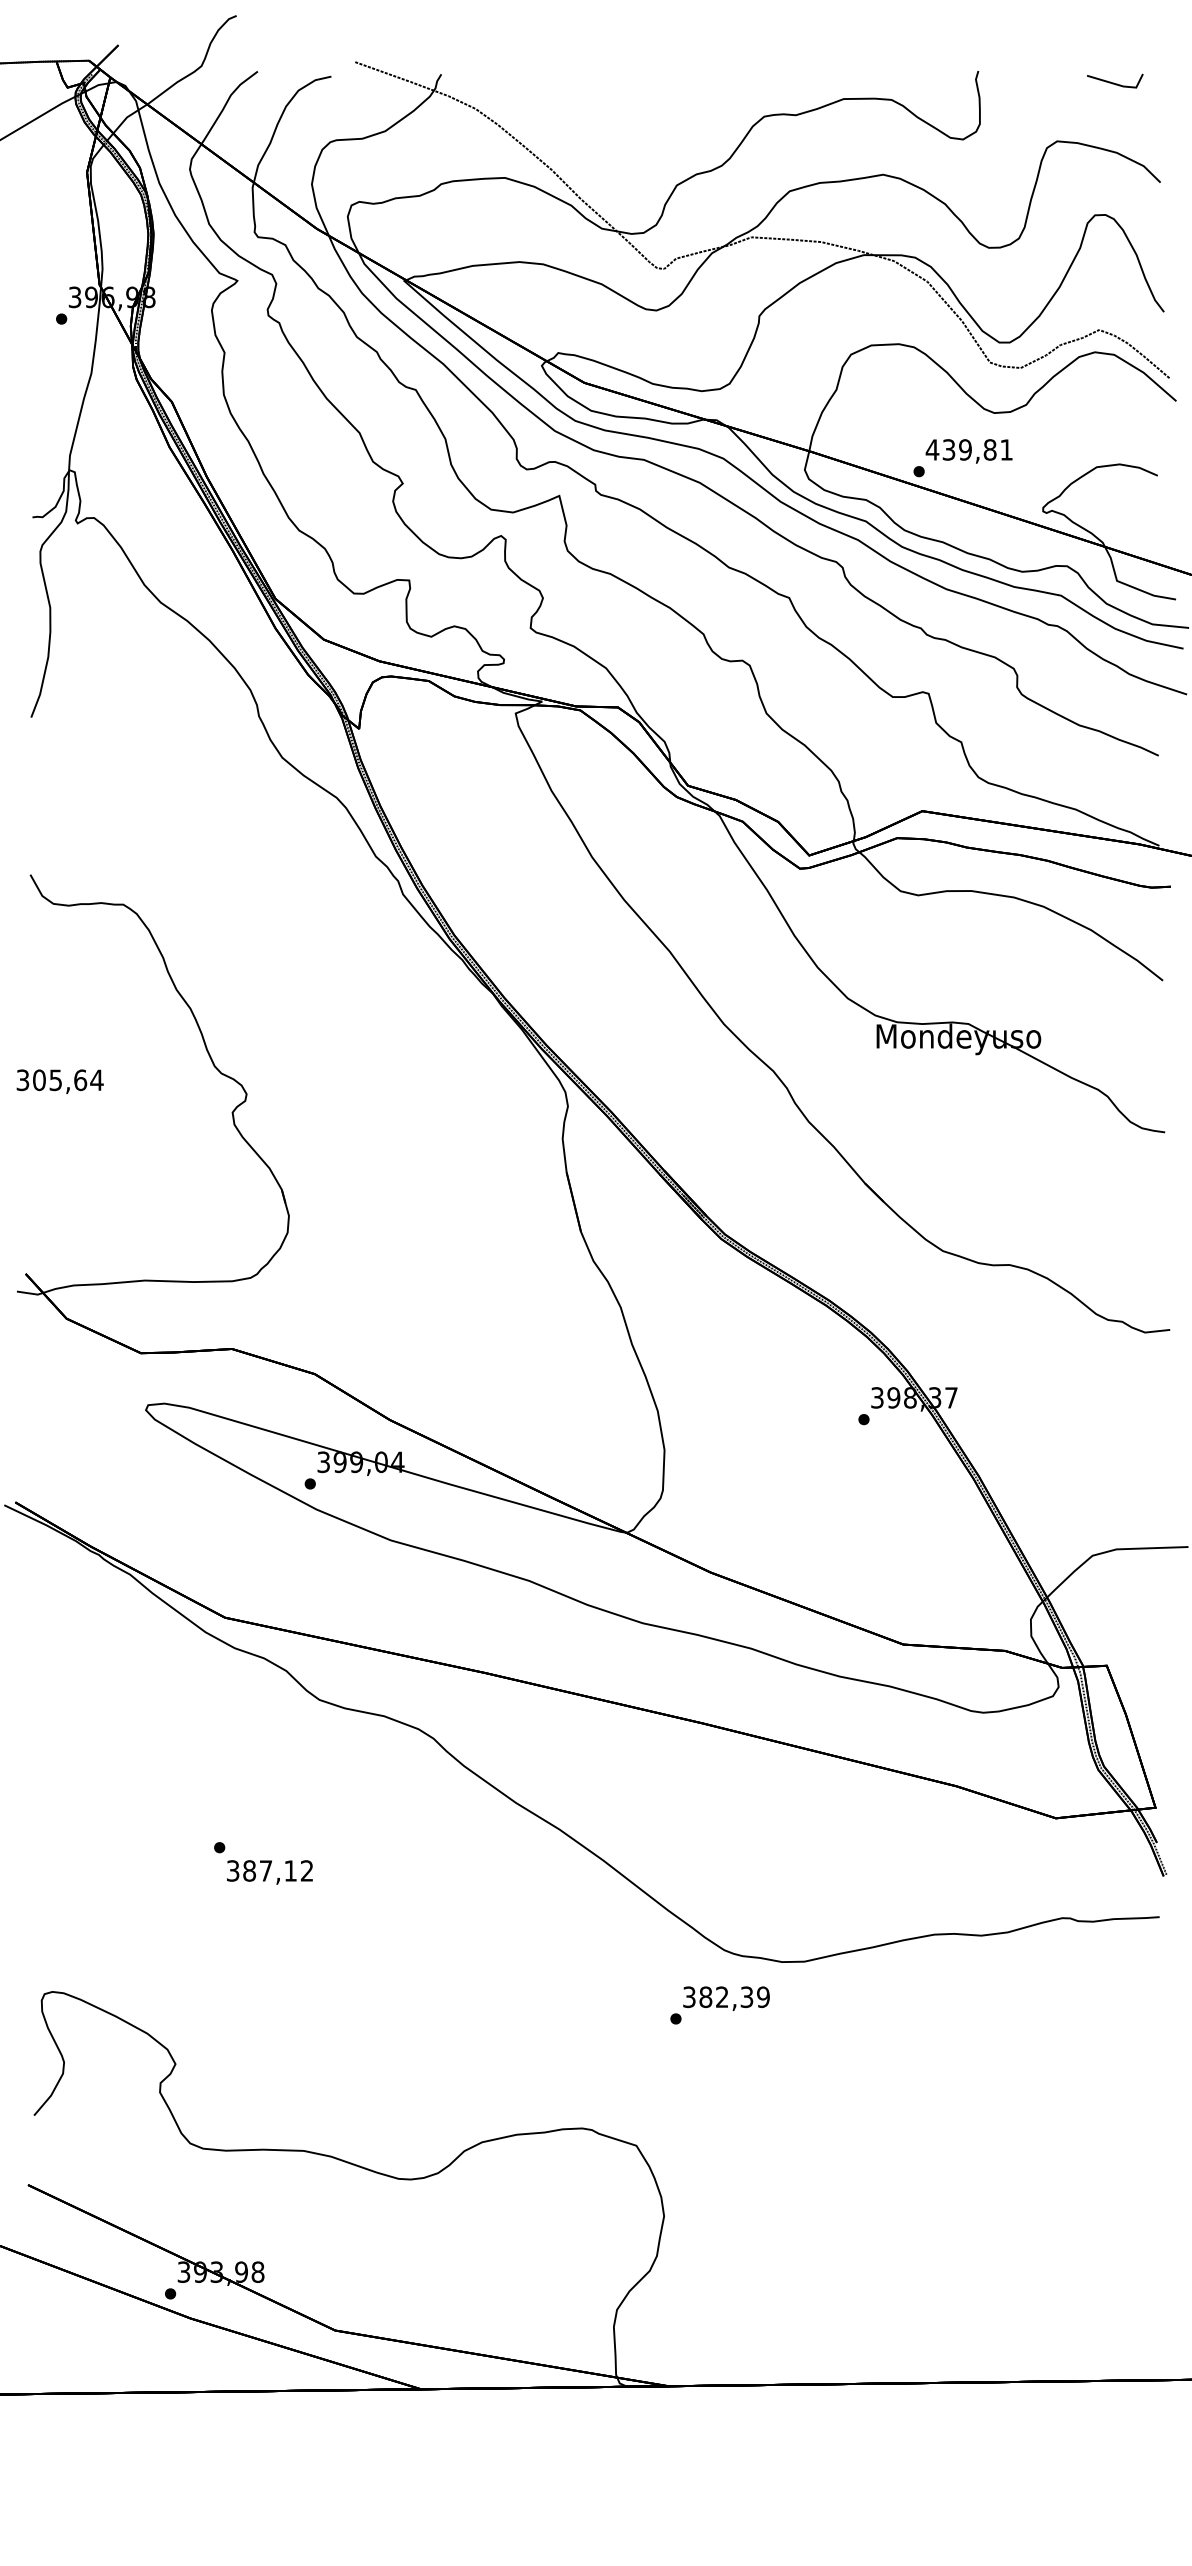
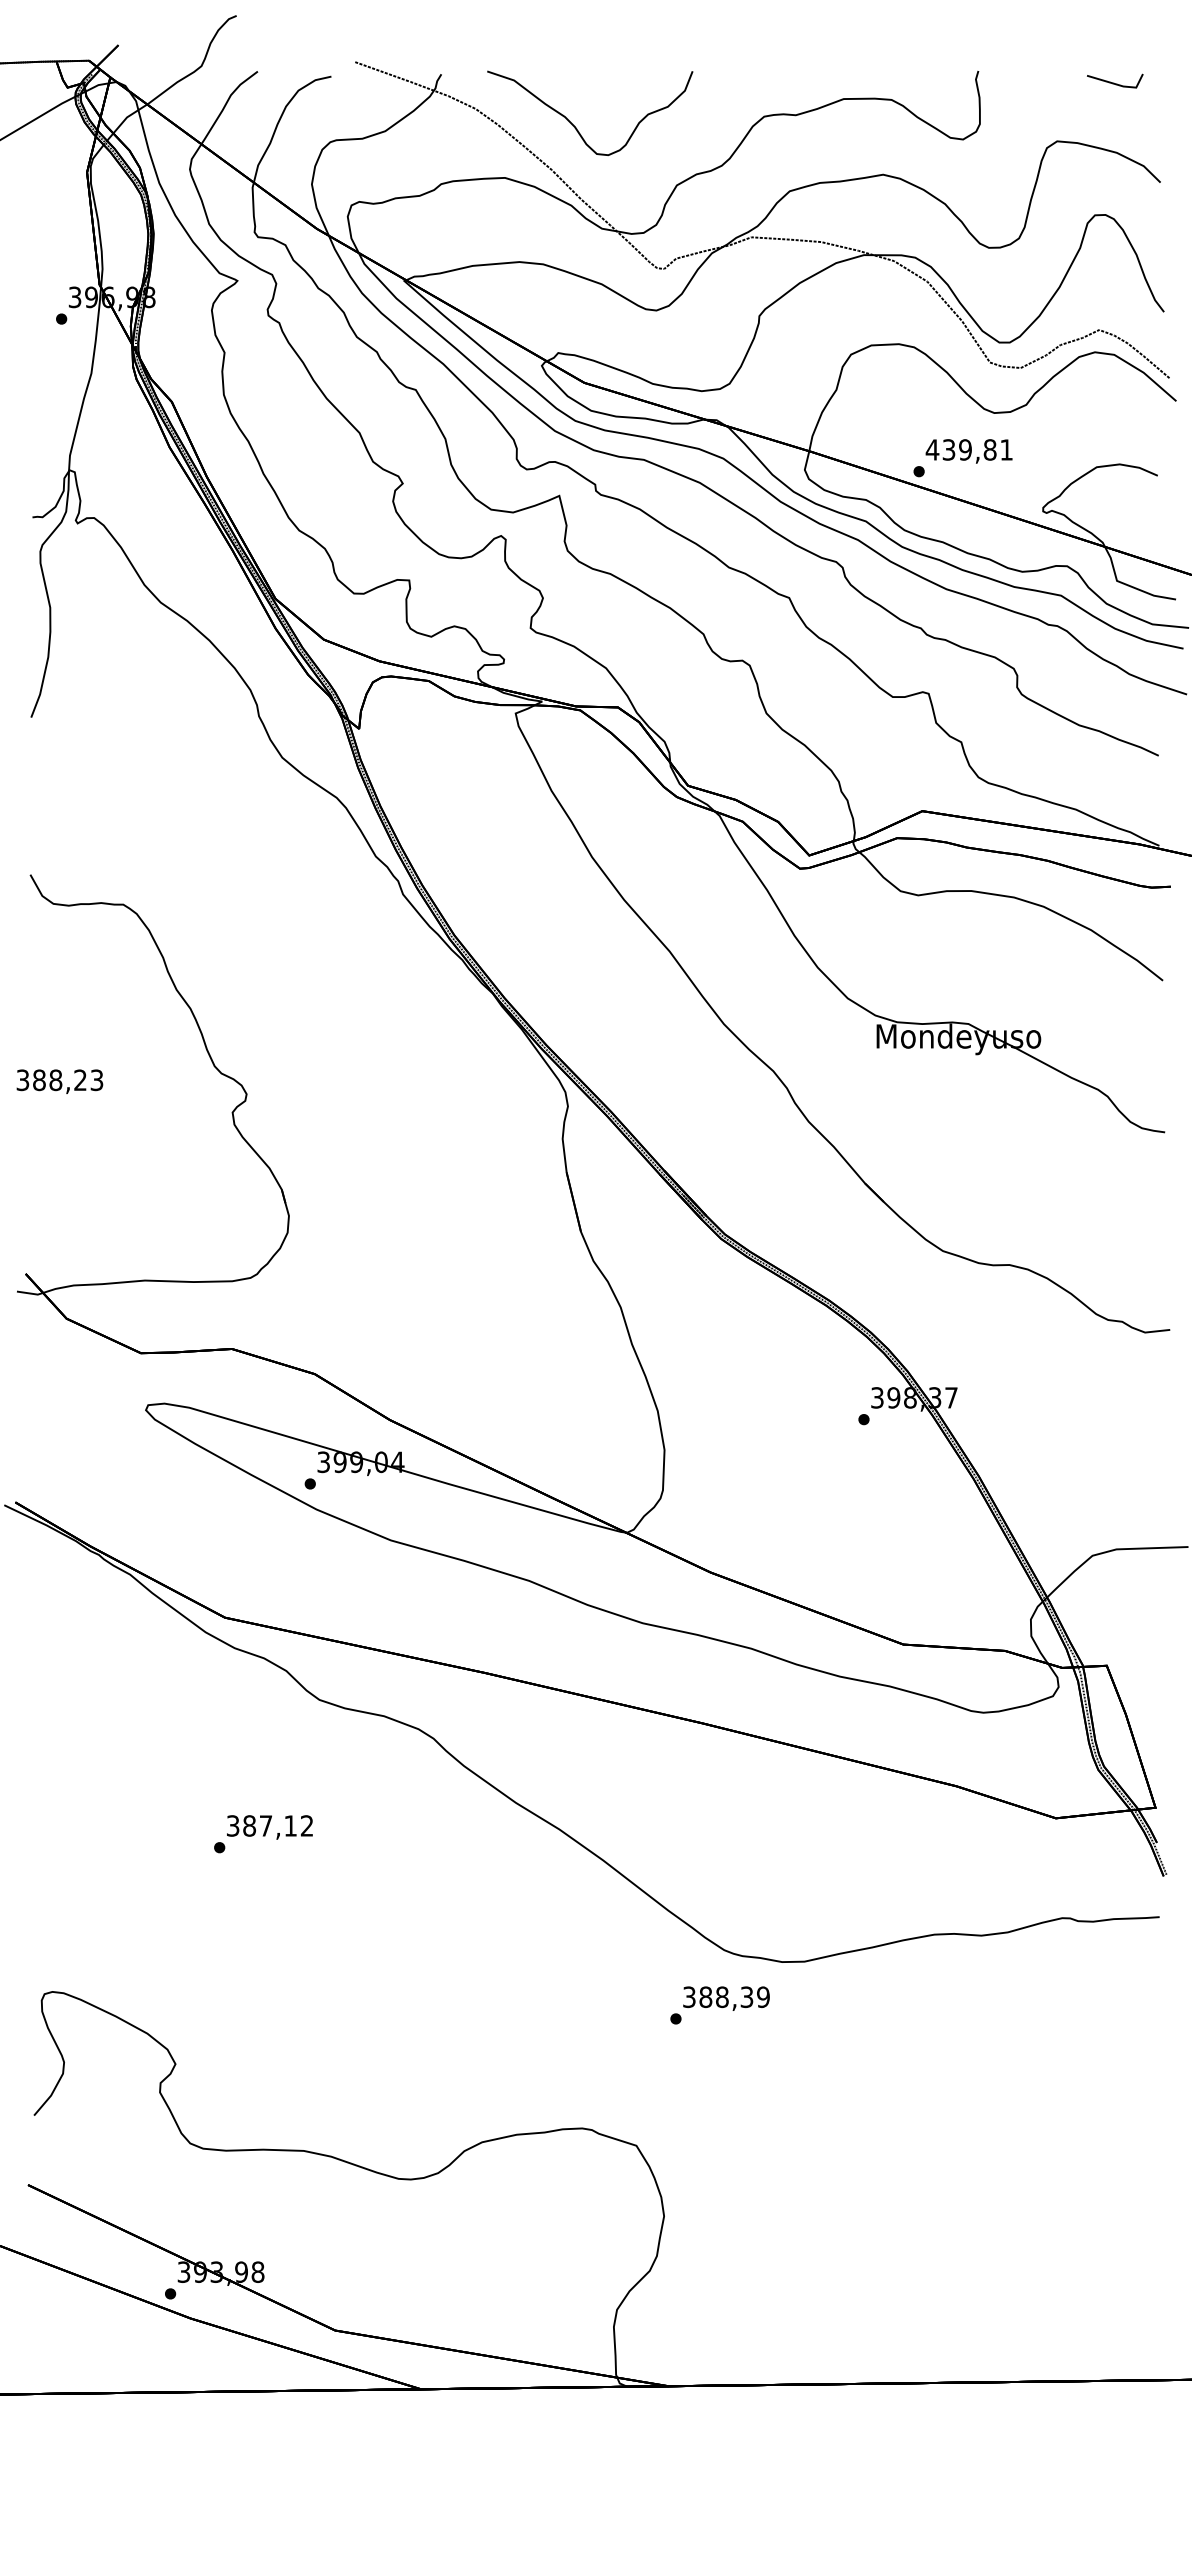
curve at (575, 126): none -> present
text at (68, 1080): 305,64 -> 388,23
text at (269, 1872) position: (269, 1872) -> (269, 1827)
text at (722, 1997): 382,39 -> 388,39
